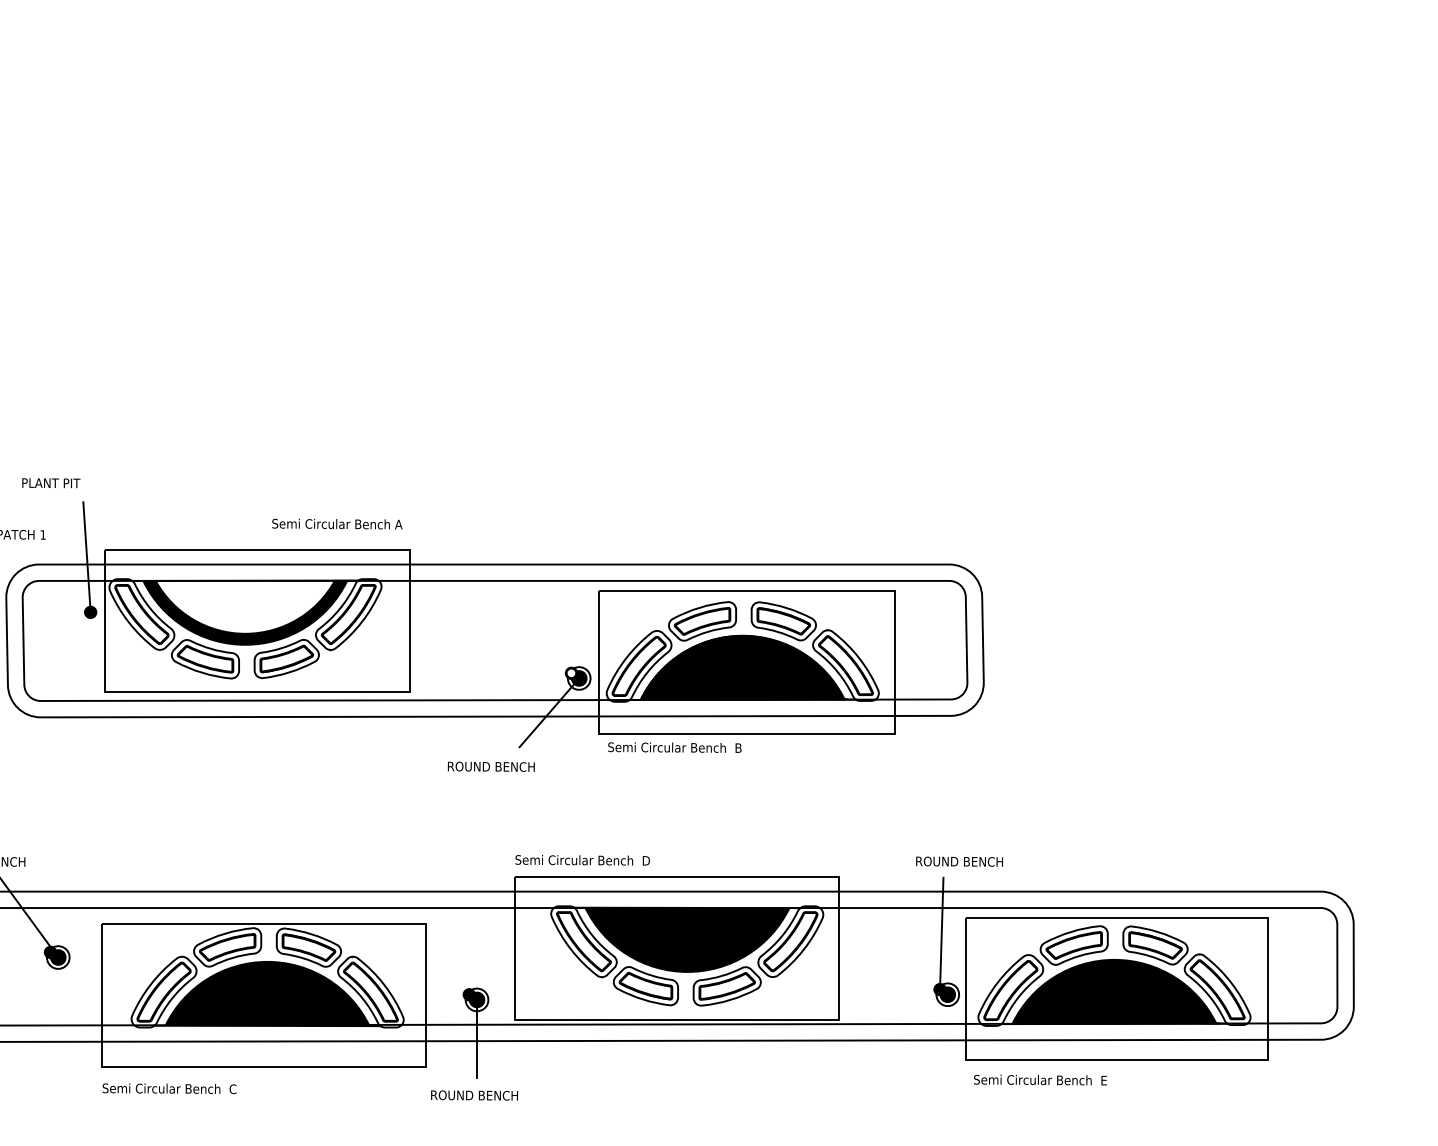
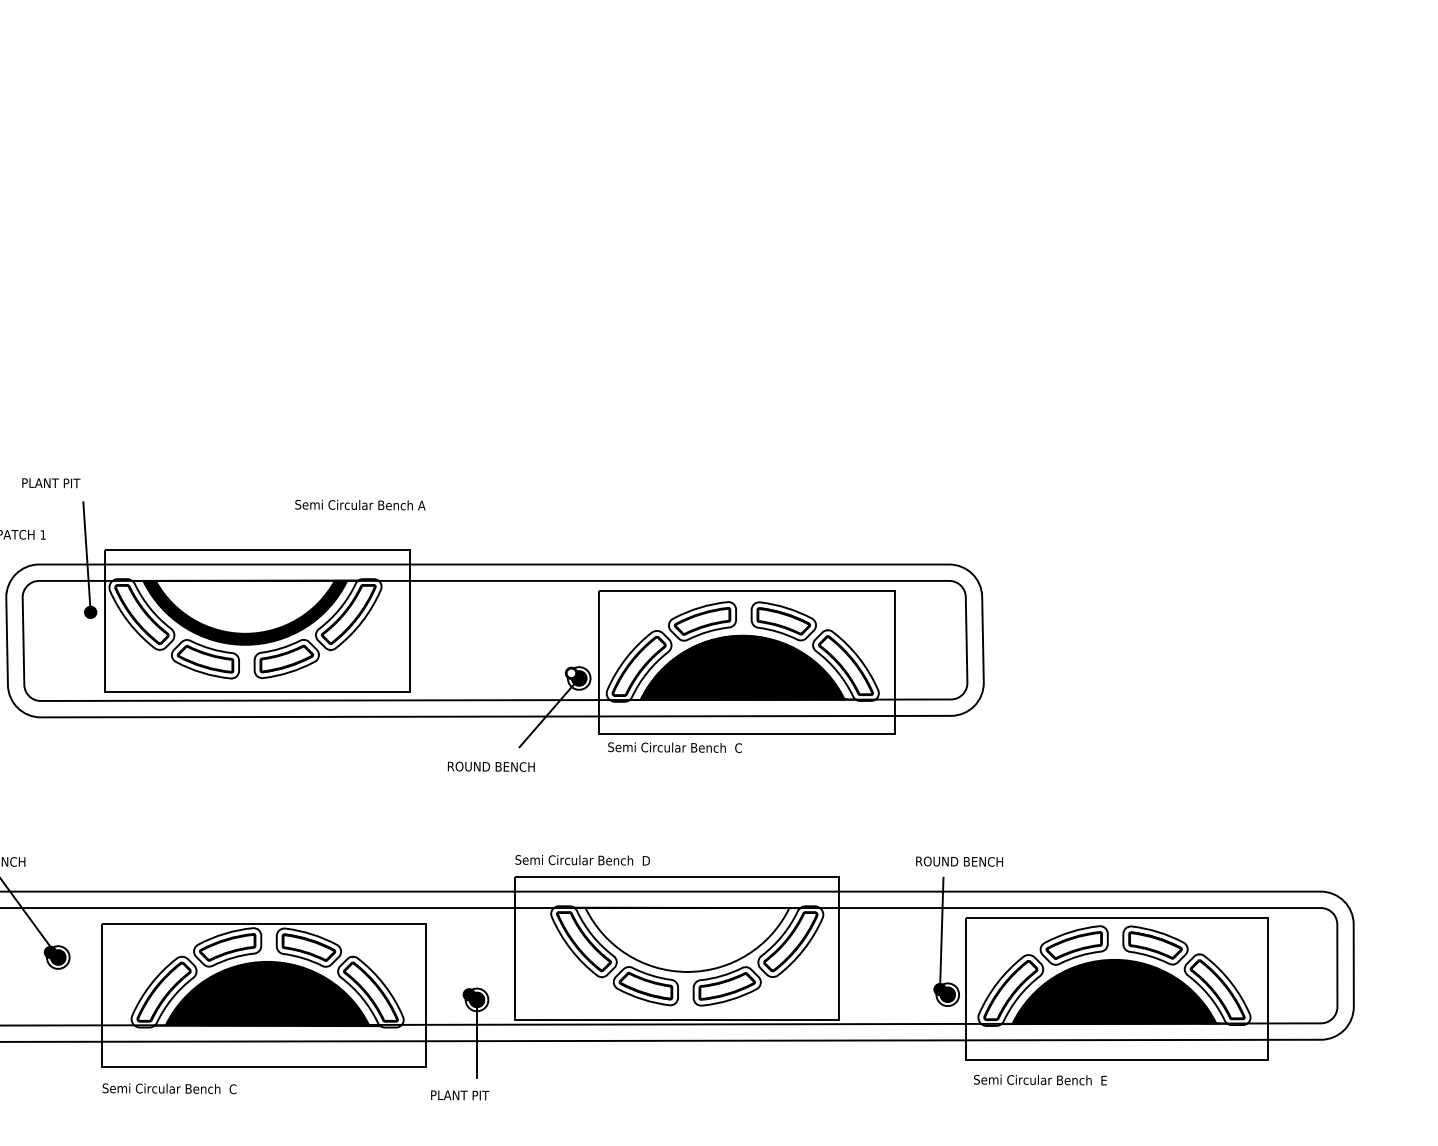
text at (337, 523) position: (337, 523) -> (360, 504)
text at (738, 748): Semi Circular Bench  B -> Semi Circular Bench  C
fill at (687, 939): present -> none
text at (475, 1095): ROUND BENCH -> PLANT PIT
